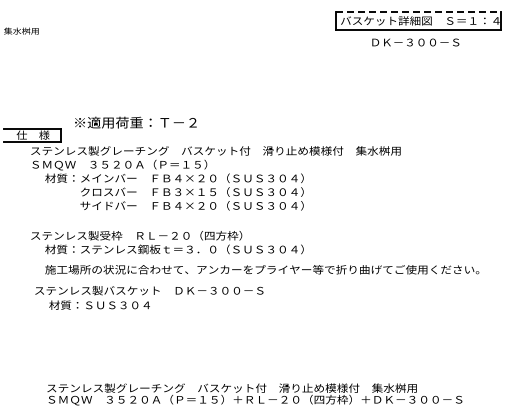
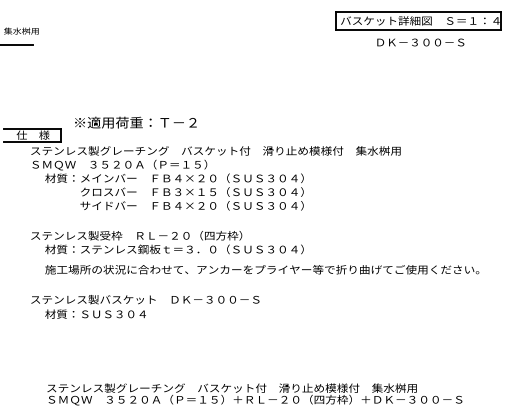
line at (418, 12): dashed -> solid
text at (415, 42) position: (415, 42) -> (420, 42)
line at (17, 45): none -> present
text at (149, 297) position: (149, 297) -> (145, 306)
